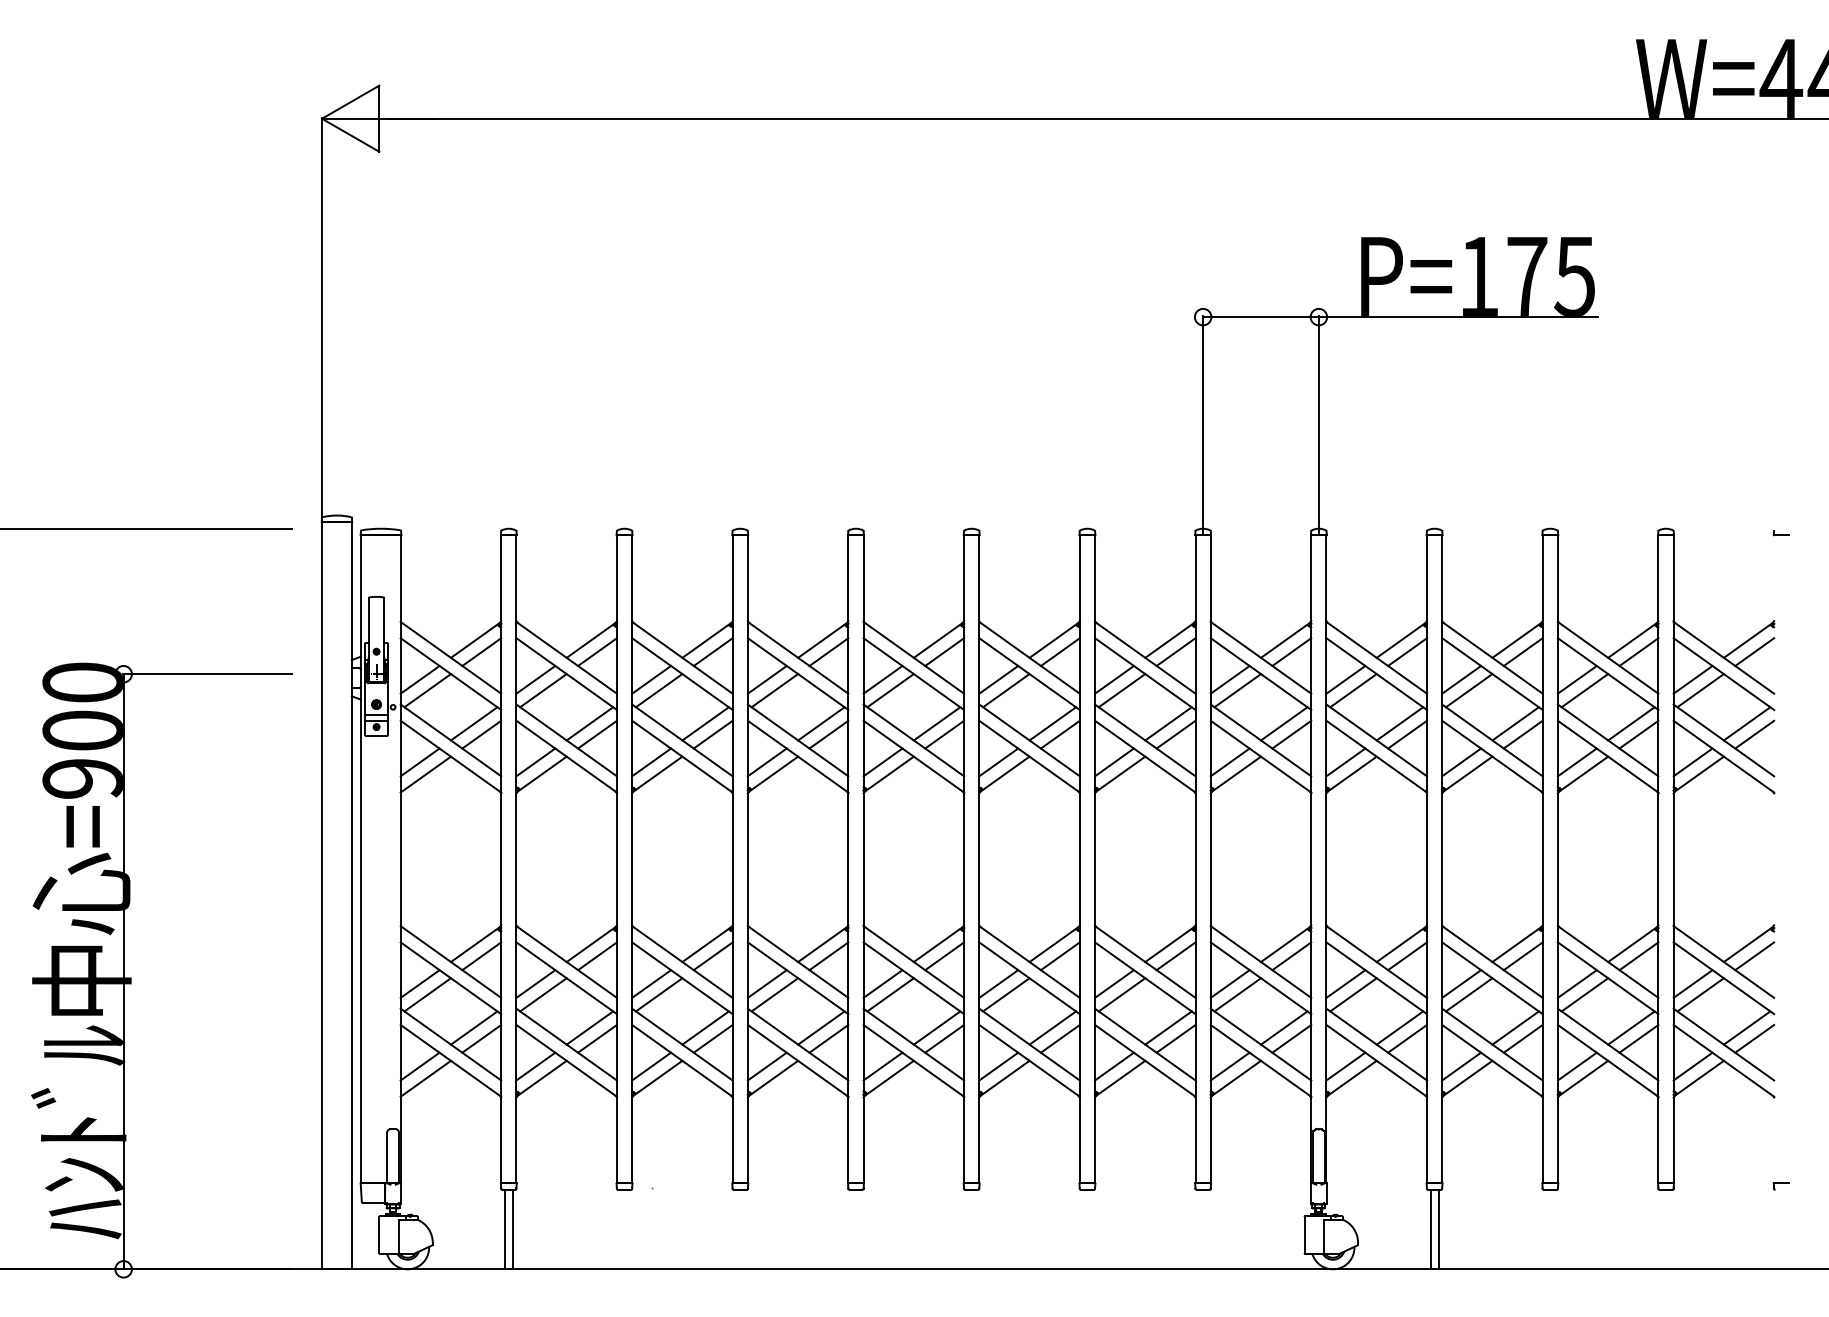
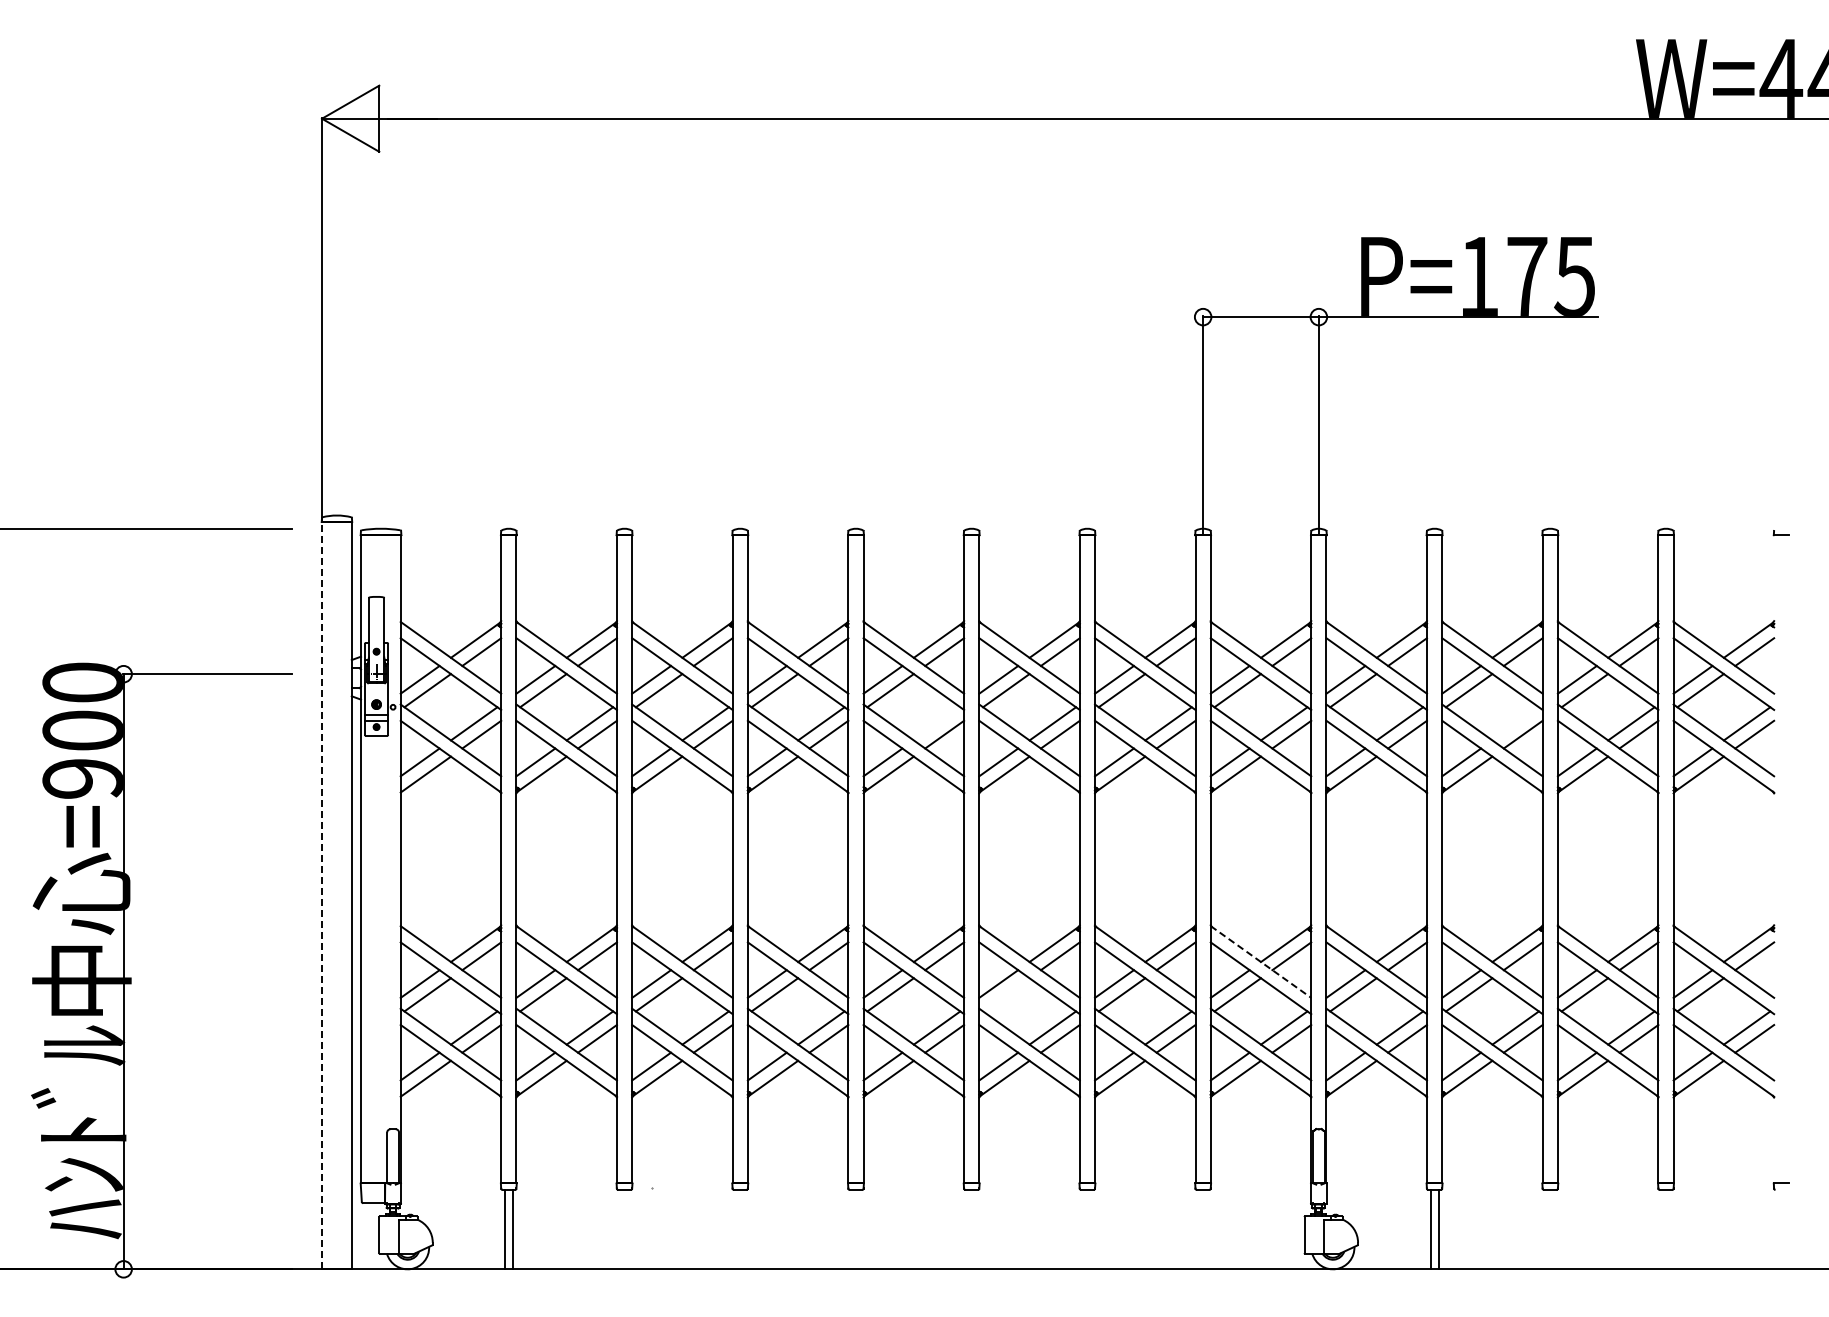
line at (936, 723): present -> none
line at (1515, 723): present -> none
line at (322, 895): solid -> dashed
line at (1261, 962): solid -> dashed
line at (1006, 994): present -> none
